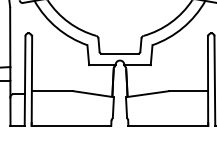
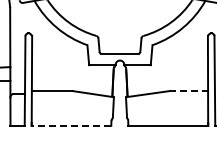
line at (189, 91): solid -> dashed
line at (71, 125): solid -> dashed
